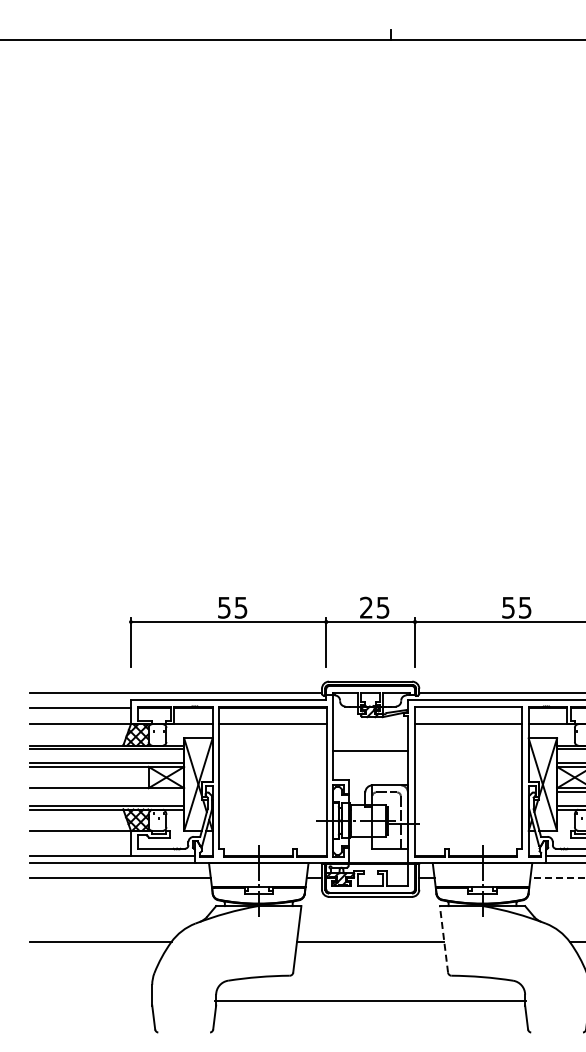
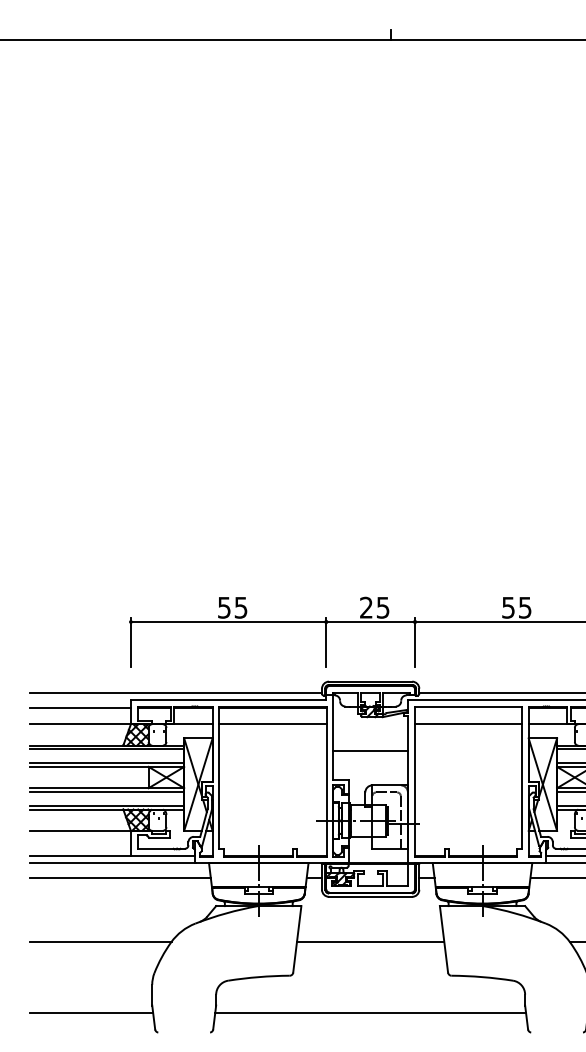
line at (106, 791): none -> present
line at (557, 877): dashed -> solid
line at (443, 939): dashed -> solid
line at (370, 1000) position: (370, 1000) -> (370, 1012)
line at (91, 1012): none -> present
